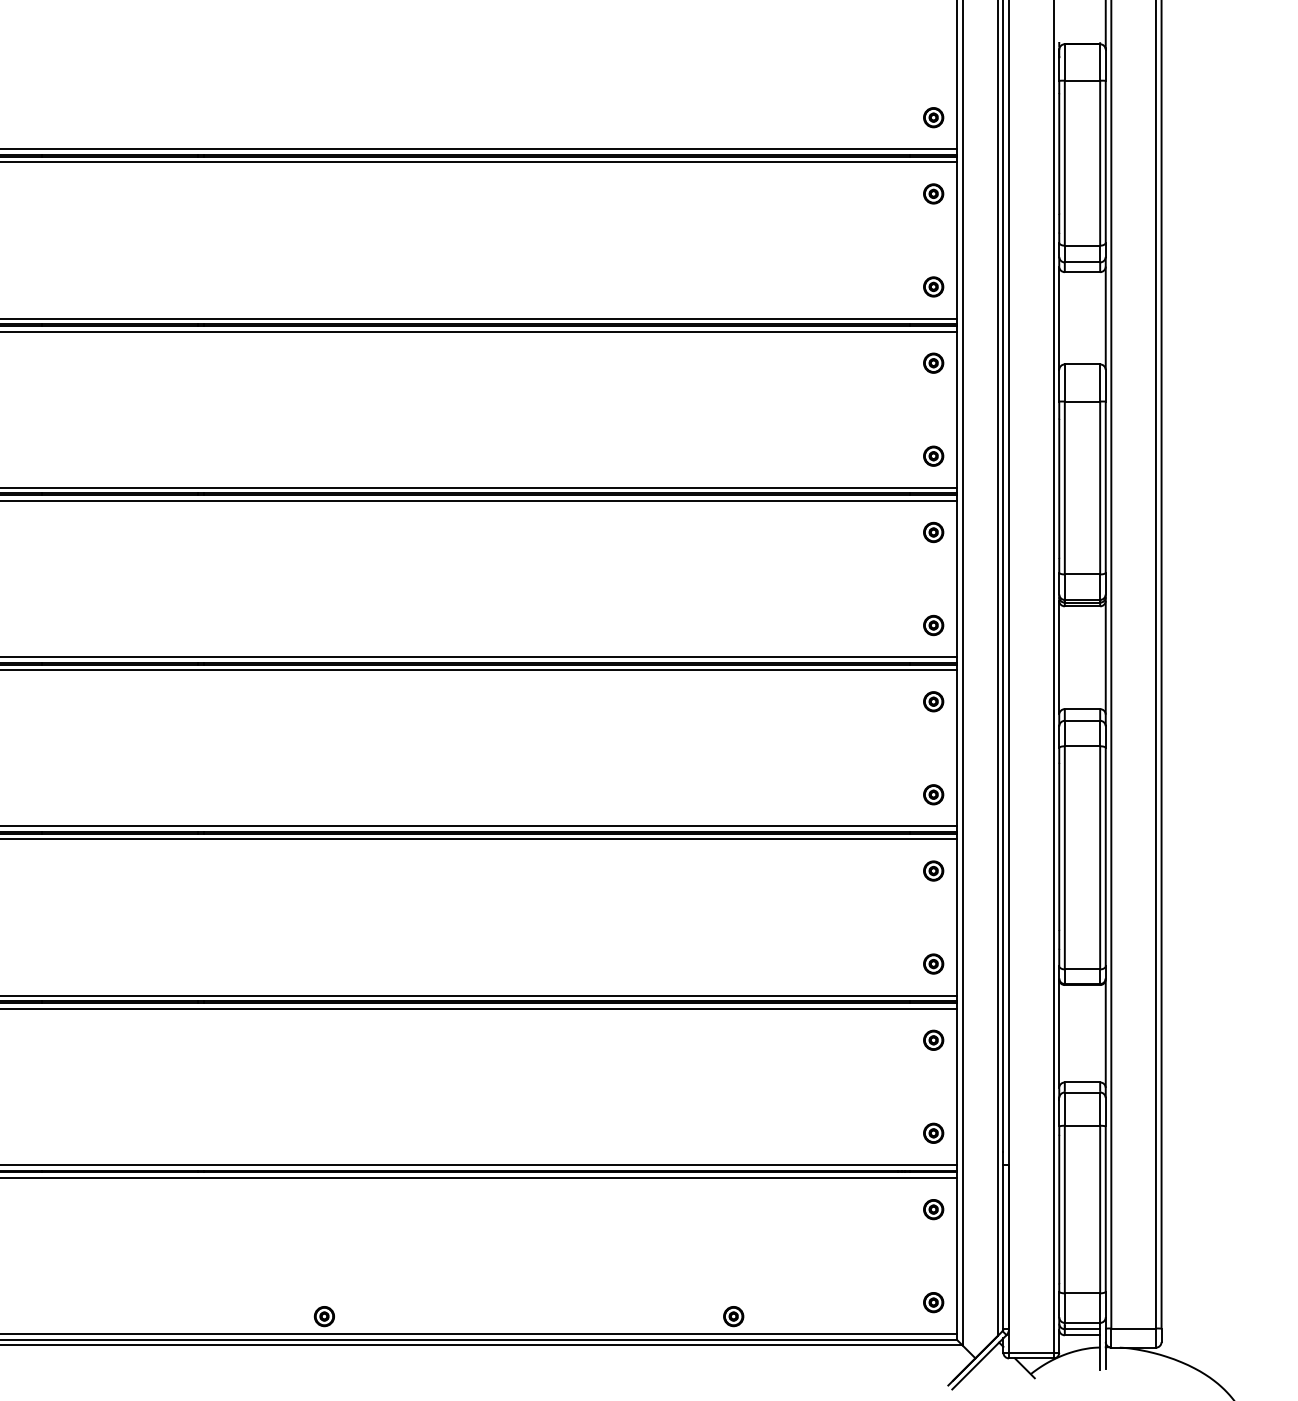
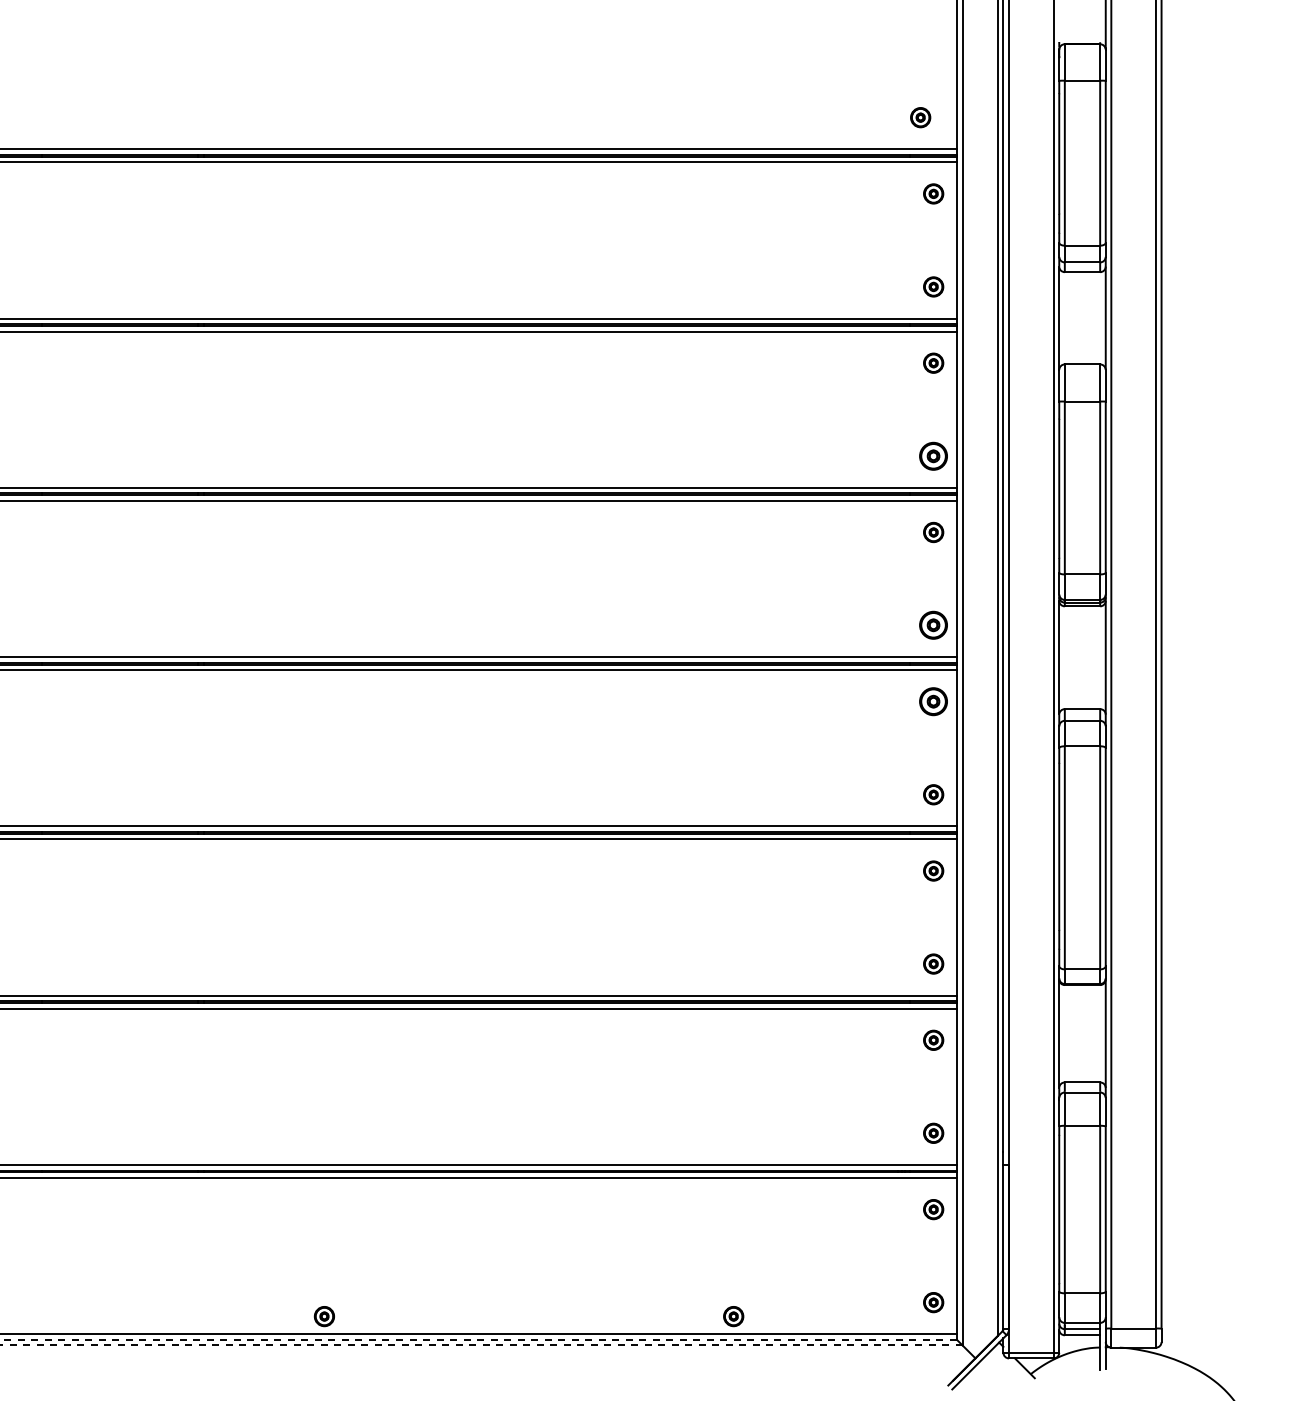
part at (933, 117) position: (933, 117) -> (920, 117)
part at (933, 455) size: 22x22 px -> 29x30 px
part at (933, 625) size: 22x22 px -> 29x30 px
part at (933, 701) size: 22x22 px -> 29x30 px
line at (478, 1339): solid -> dashed
line at (481, 1345): solid -> dashed
